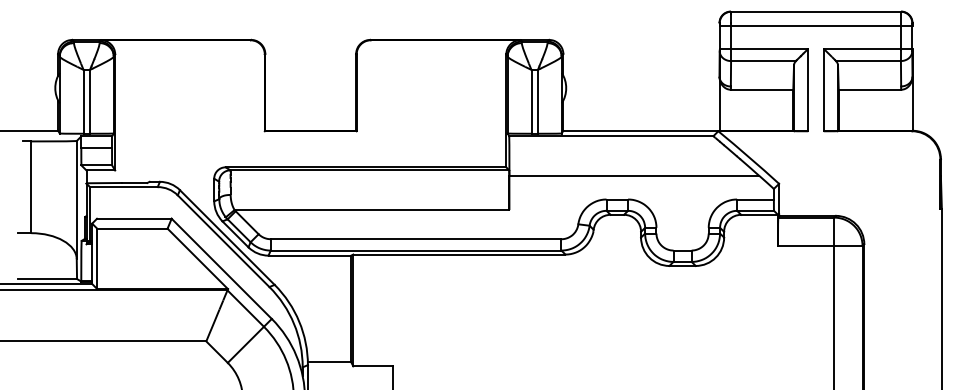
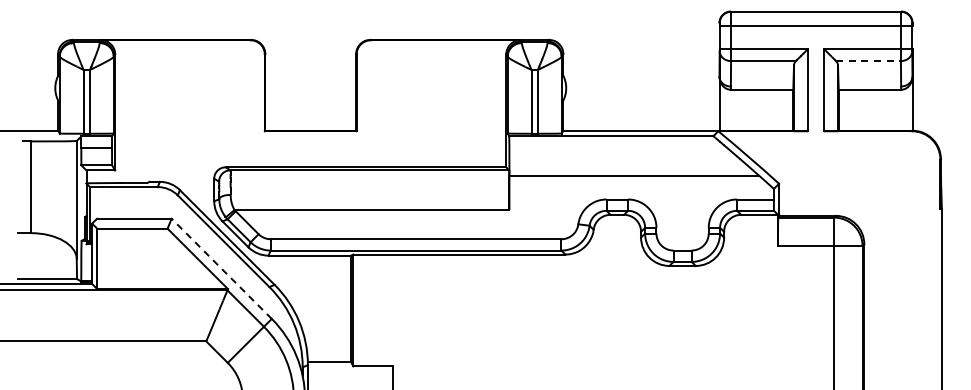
line at (868, 61): solid -> dashed
line at (221, 268): solid -> dashed
